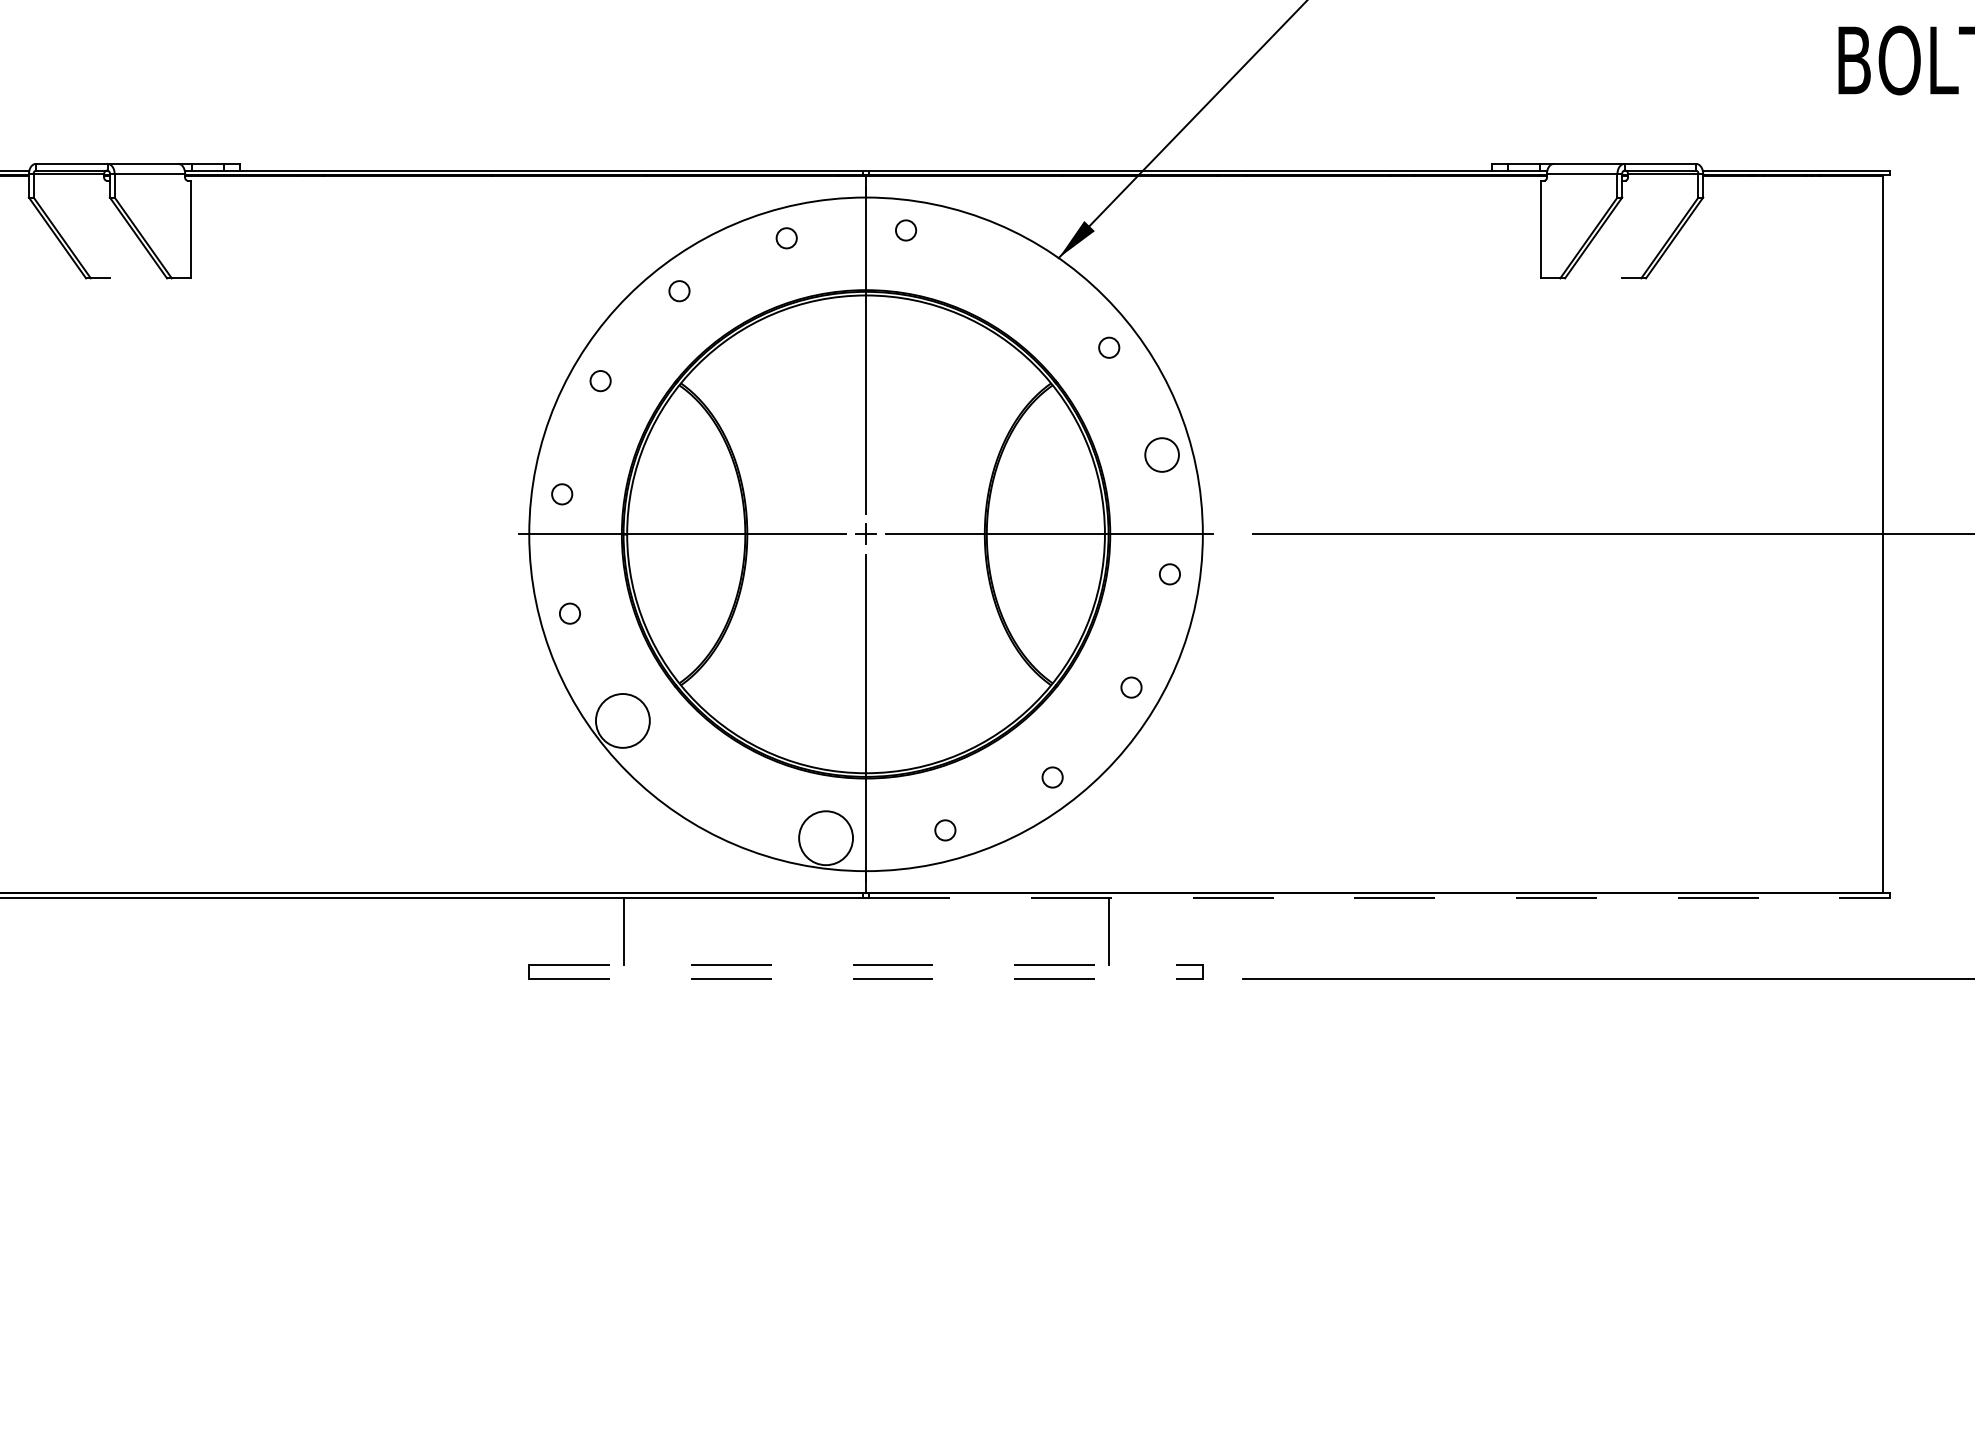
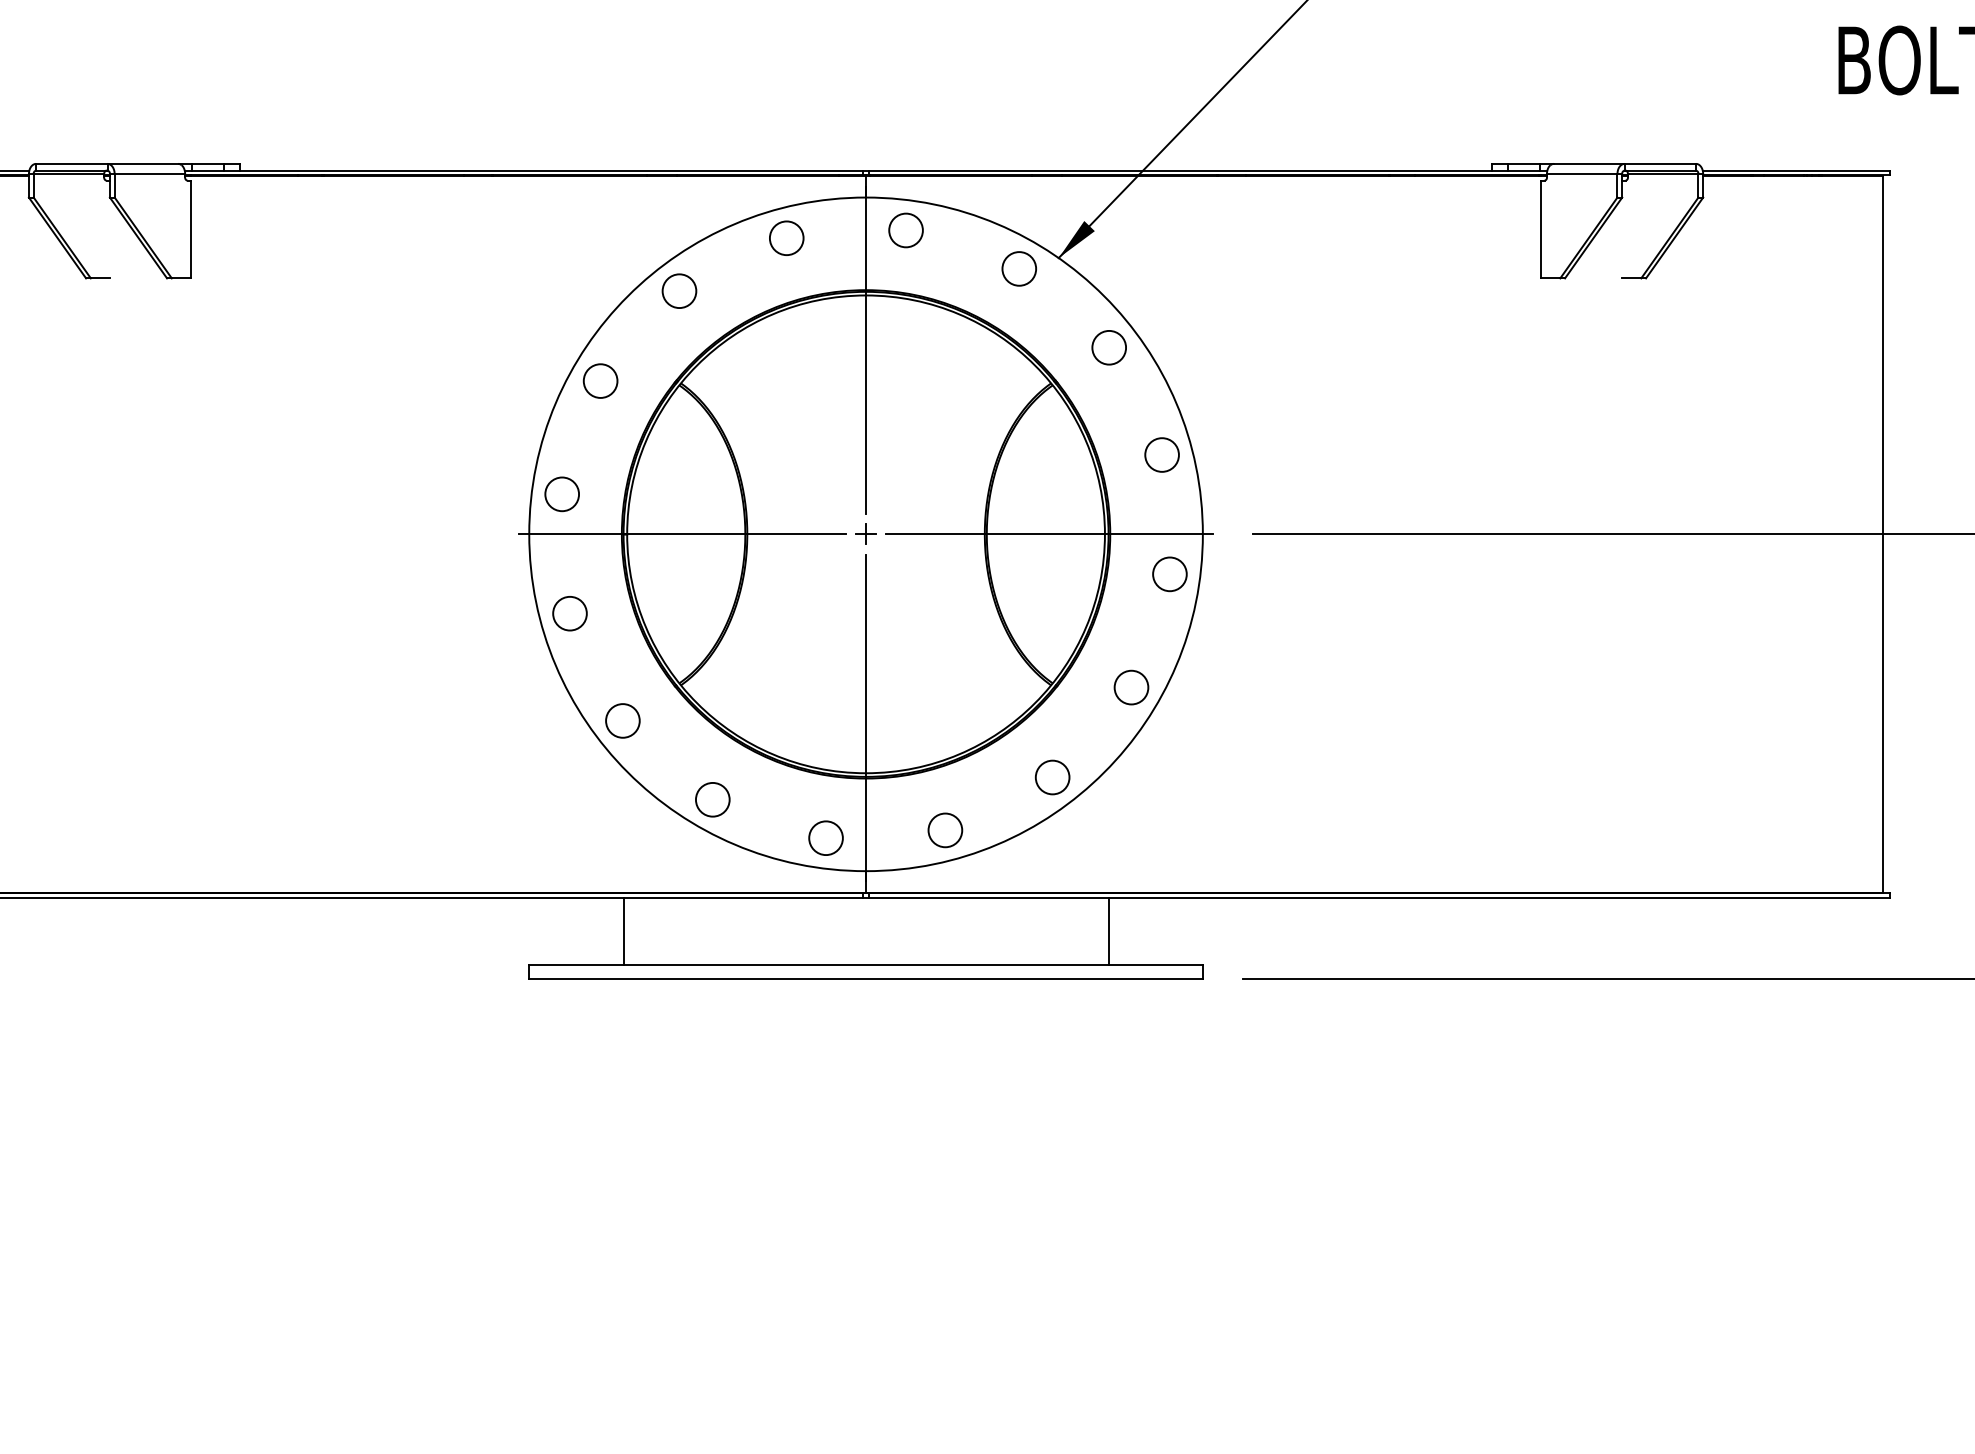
circle at (905, 230) diameter: 20 px -> 34 px
circle at (786, 238) diameter: 20 px -> 34 px
circle at (1018, 268): none -> present
circle at (679, 291) diameter: 20 px -> 34 px
circle at (1109, 347) diameter: 20 px -> 34 px
circle at (600, 381) diameter: 20 px -> 34 px
circle at (562, 494) diameter: 20 px -> 34 px
circle at (1169, 574) diameter: 20 px -> 34 px
circle at (569, 613) diameter: 20 px -> 34 px
circle at (1131, 687) diameter: 20 px -> 34 px
circle at (622, 720) diameter: 54 px -> 34 px
circle at (1052, 777) diameter: 20 px -> 34 px
circle at (712, 799): none -> present
circle at (945, 830) diameter: 20 px -> 34 px
circle at (826, 838) diameter: 54 px -> 34 px
line at (1380, 898): dashed -> solid
line at (866, 965): dashed -> solid
line at (866, 978): dashed -> solid
